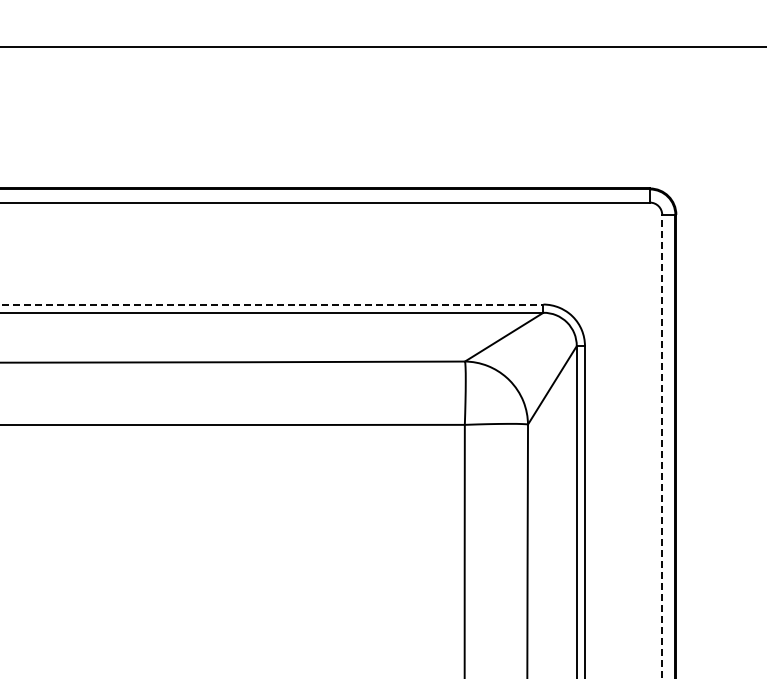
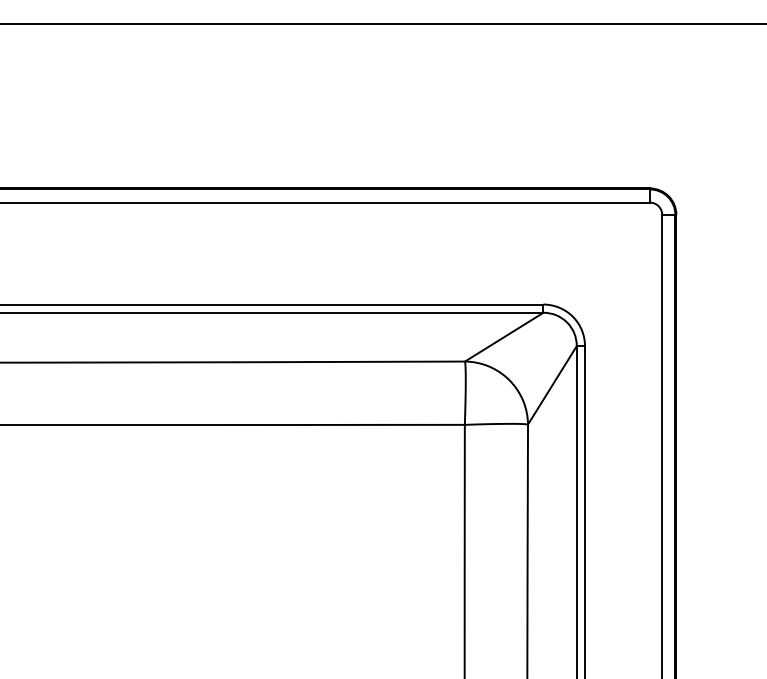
line at (382, 46) position: (382, 46) -> (382, 23)
line at (272, 304): dashed -> solid
line at (662, 446): dashed -> solid
